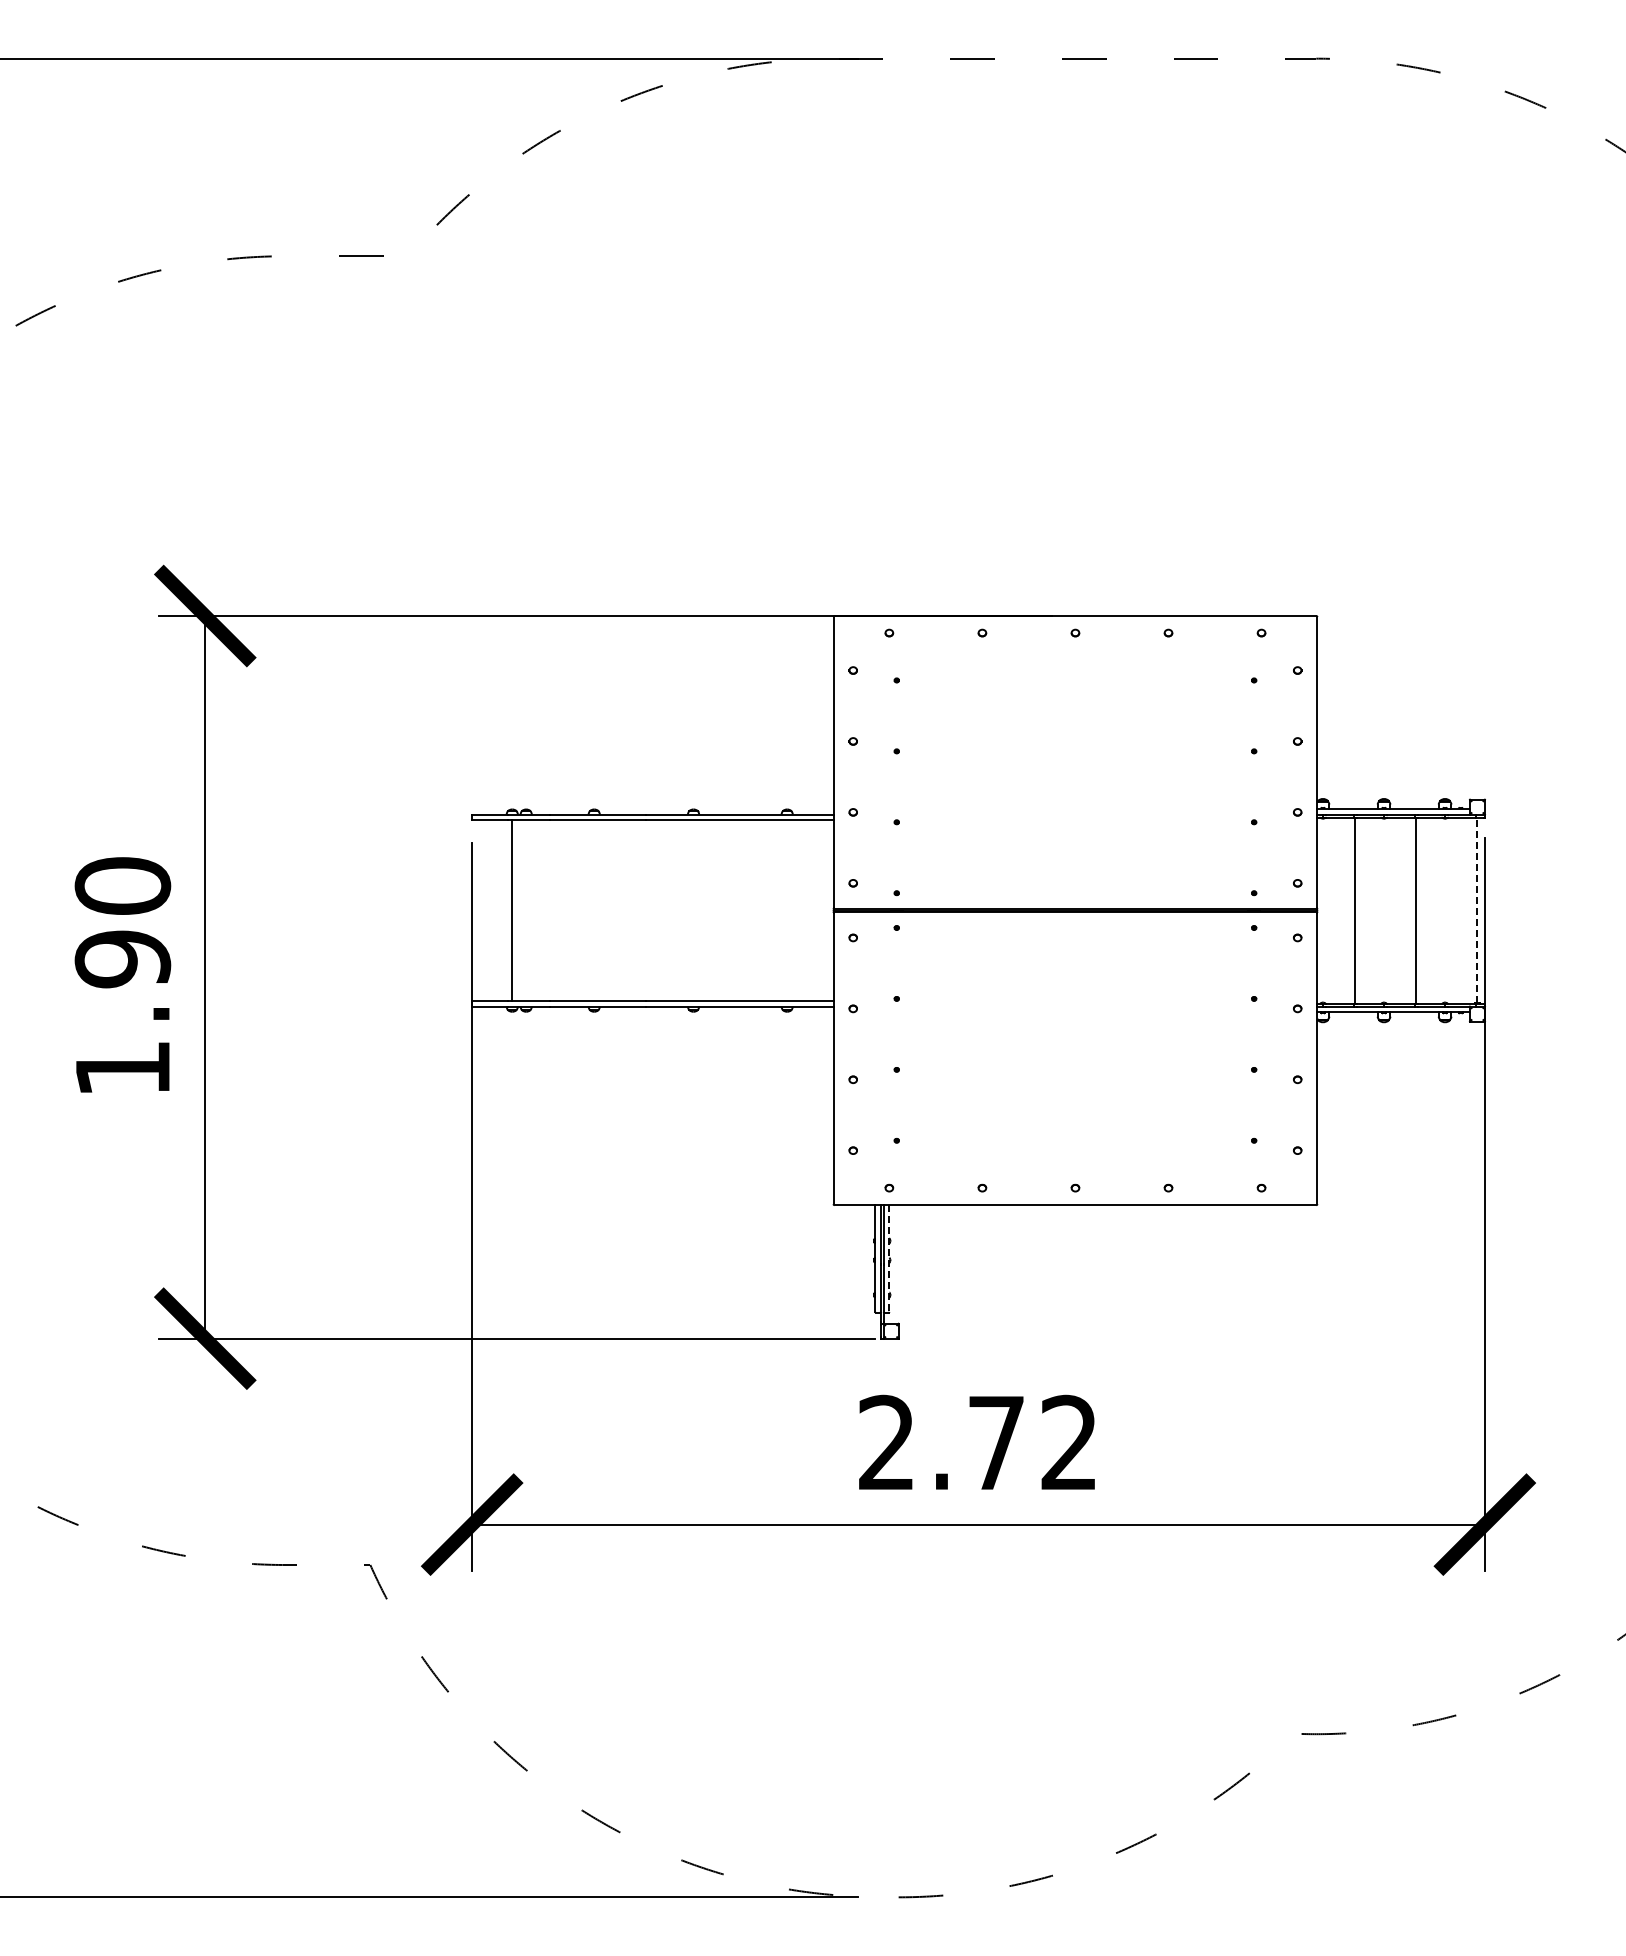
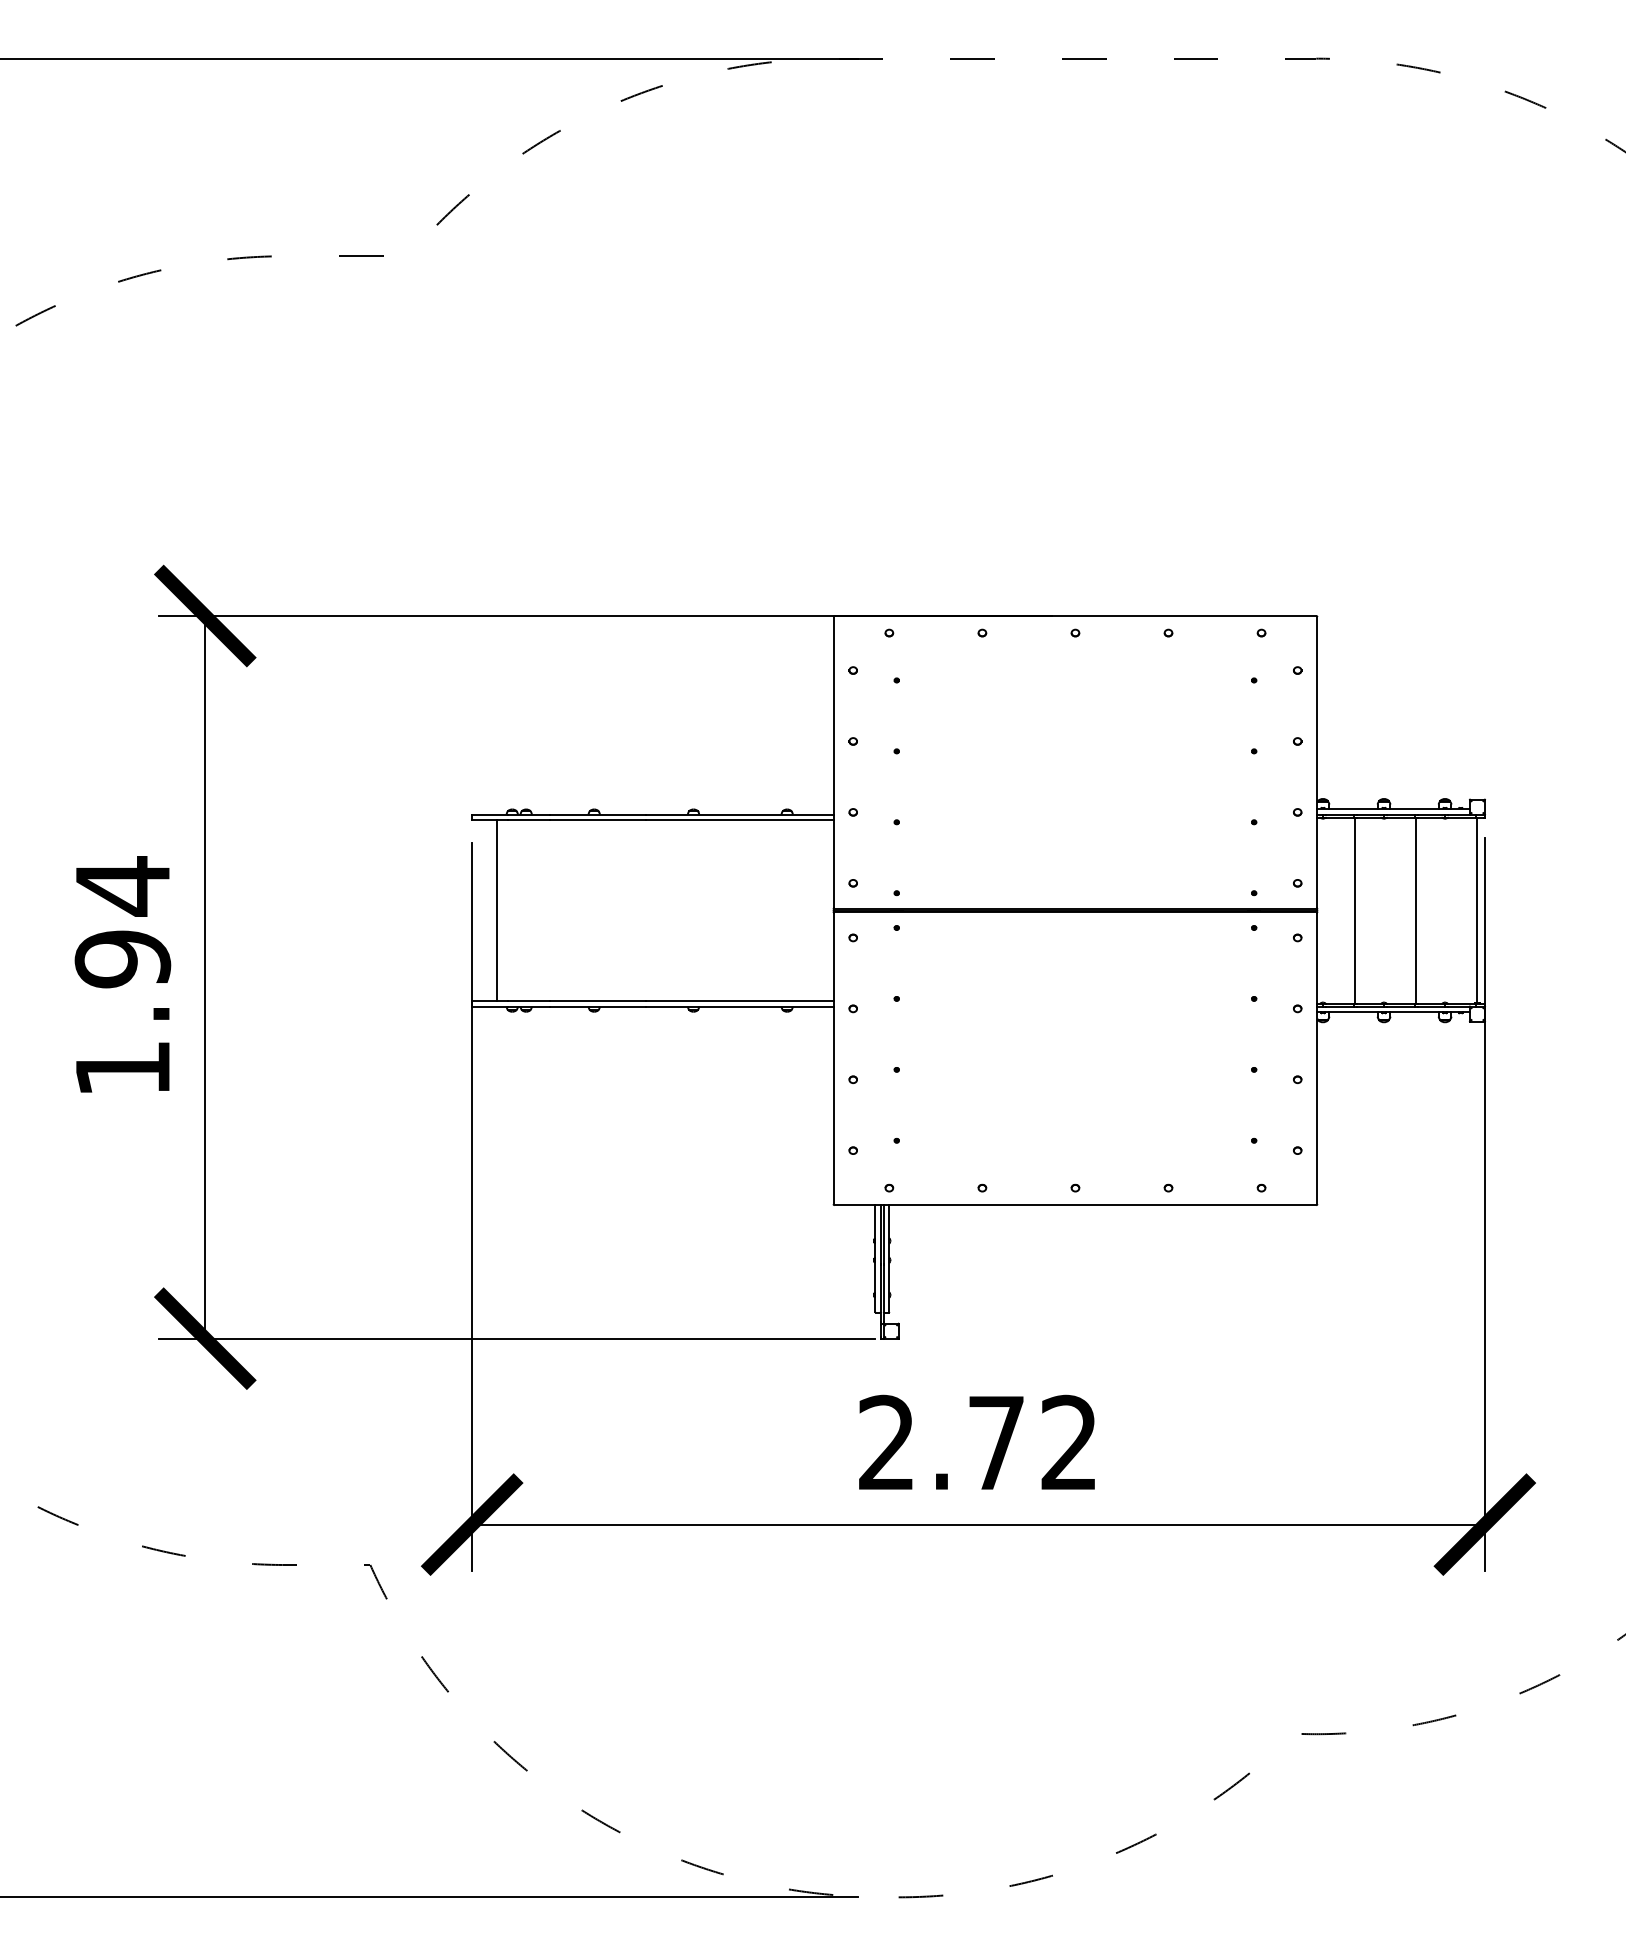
text at (122, 886): 1.90 -> 1.94
line at (512, 910) position: (512, 910) -> (497, 910)
line at (1477, 910): dashed -> solid
line at (889, 1259): dashed -> solid
